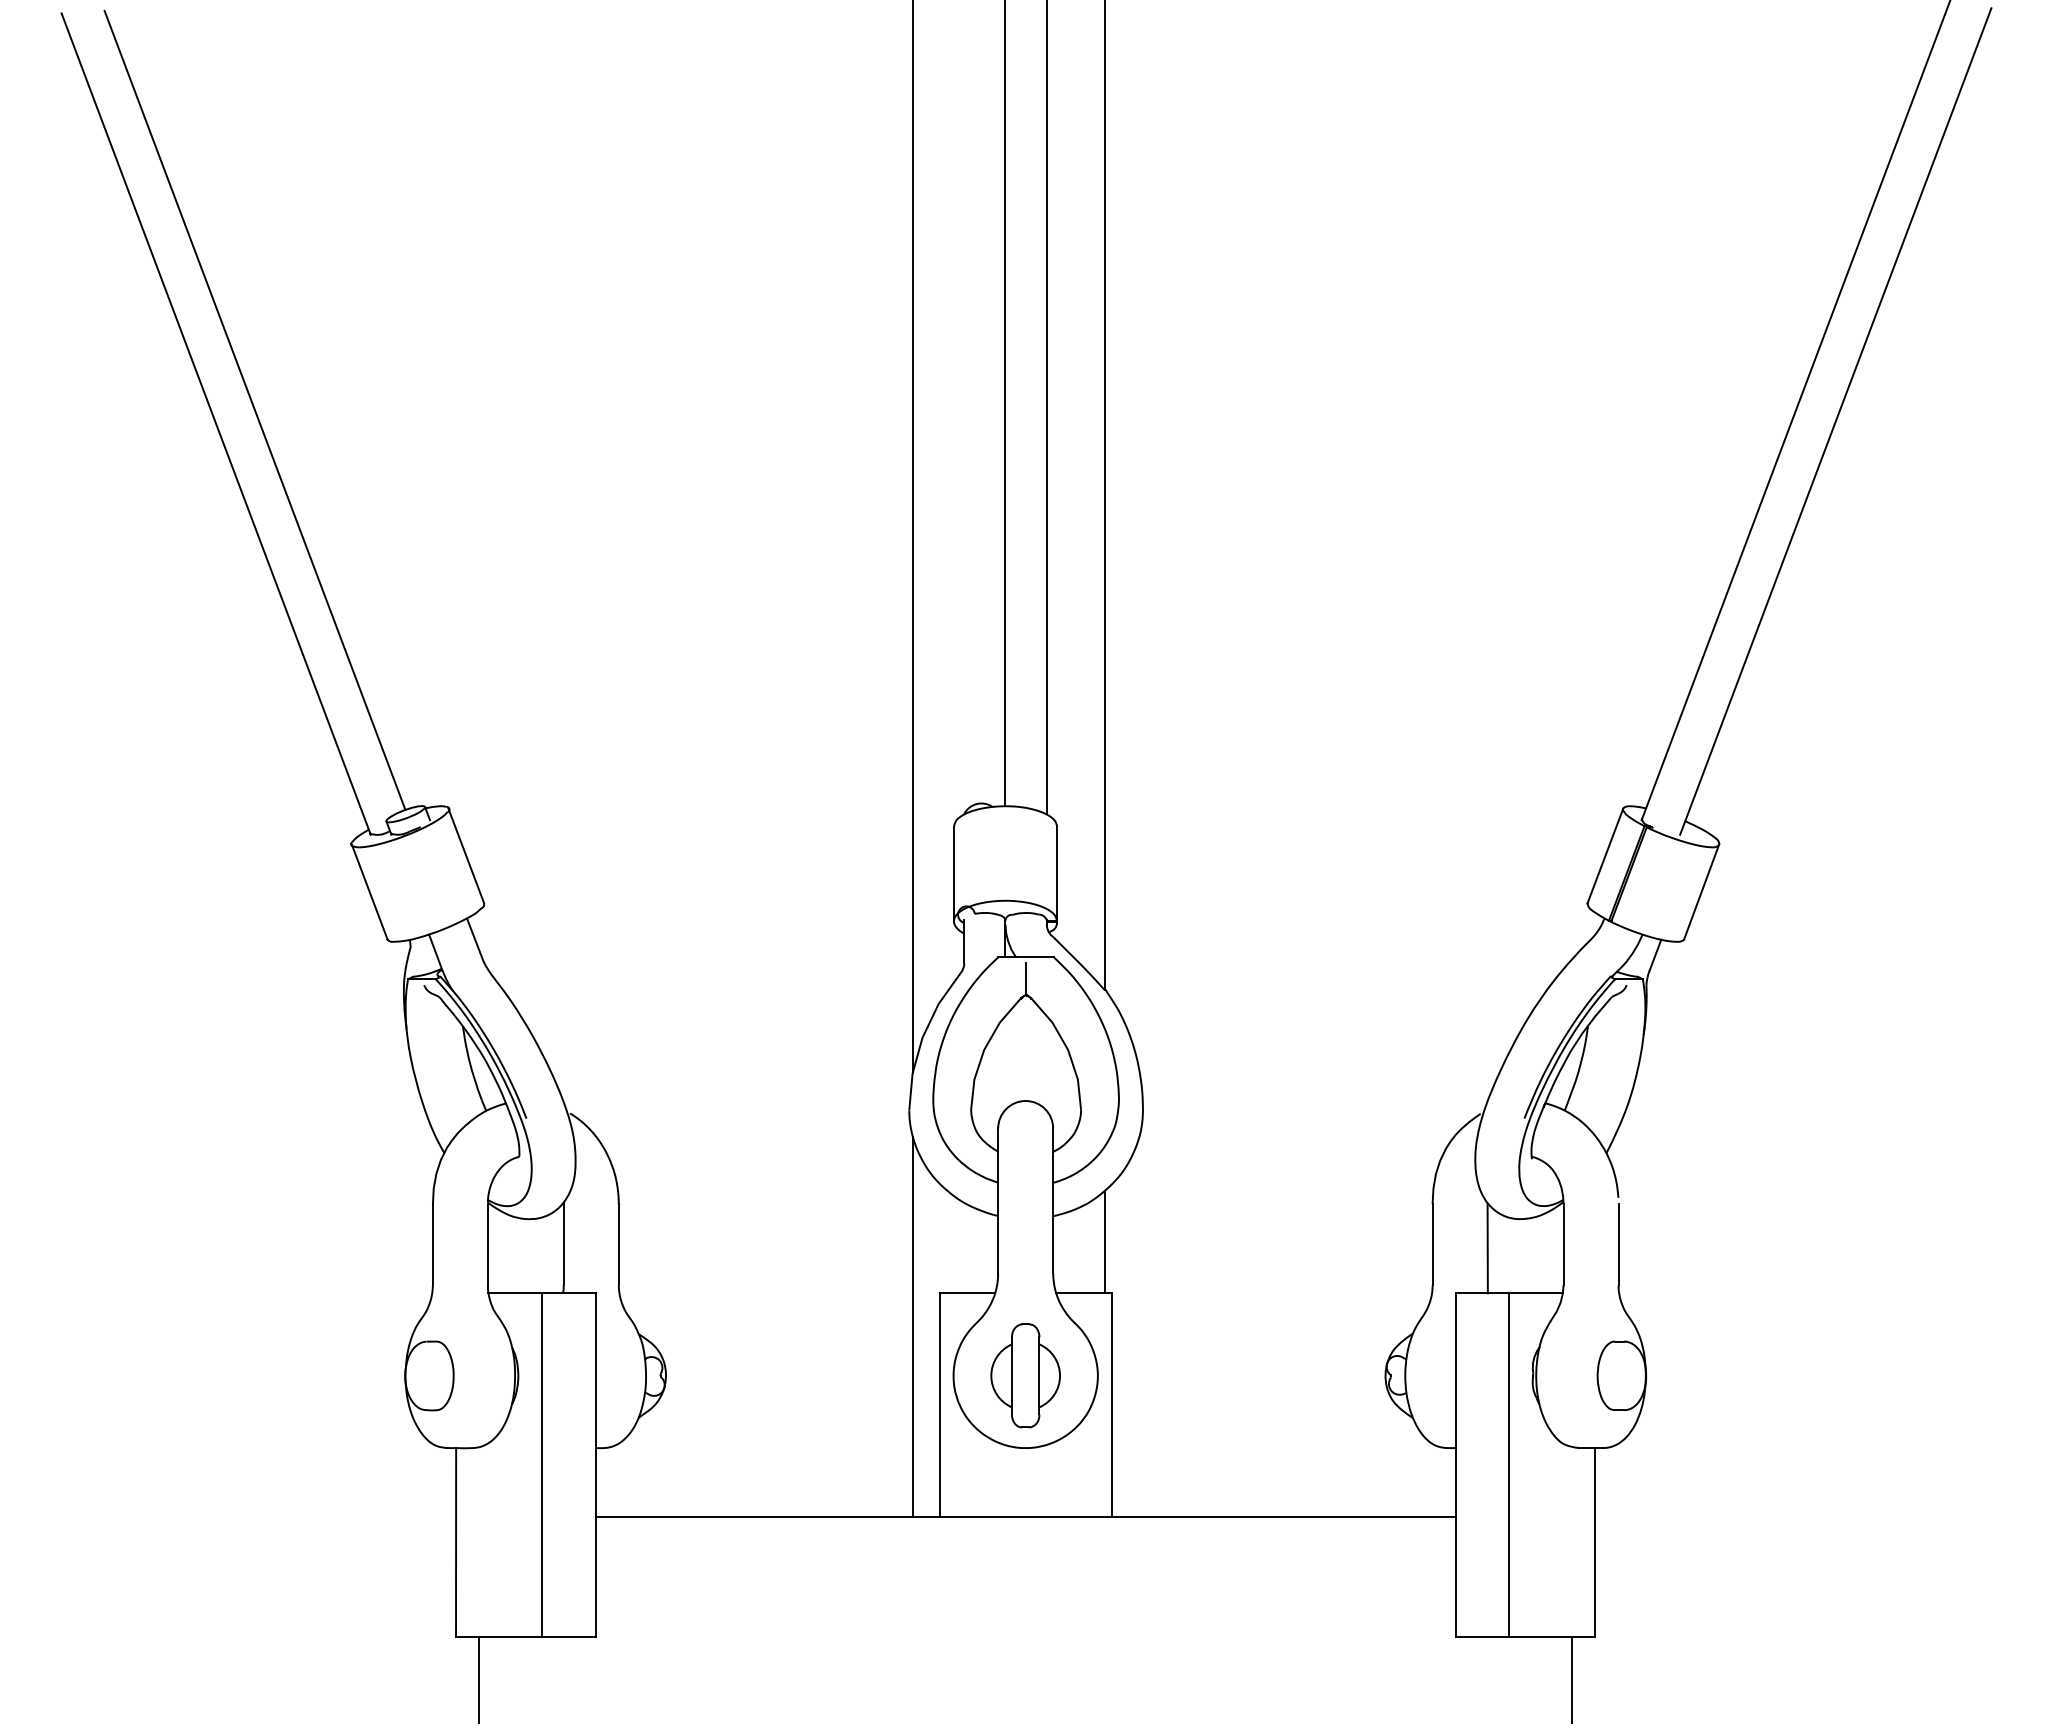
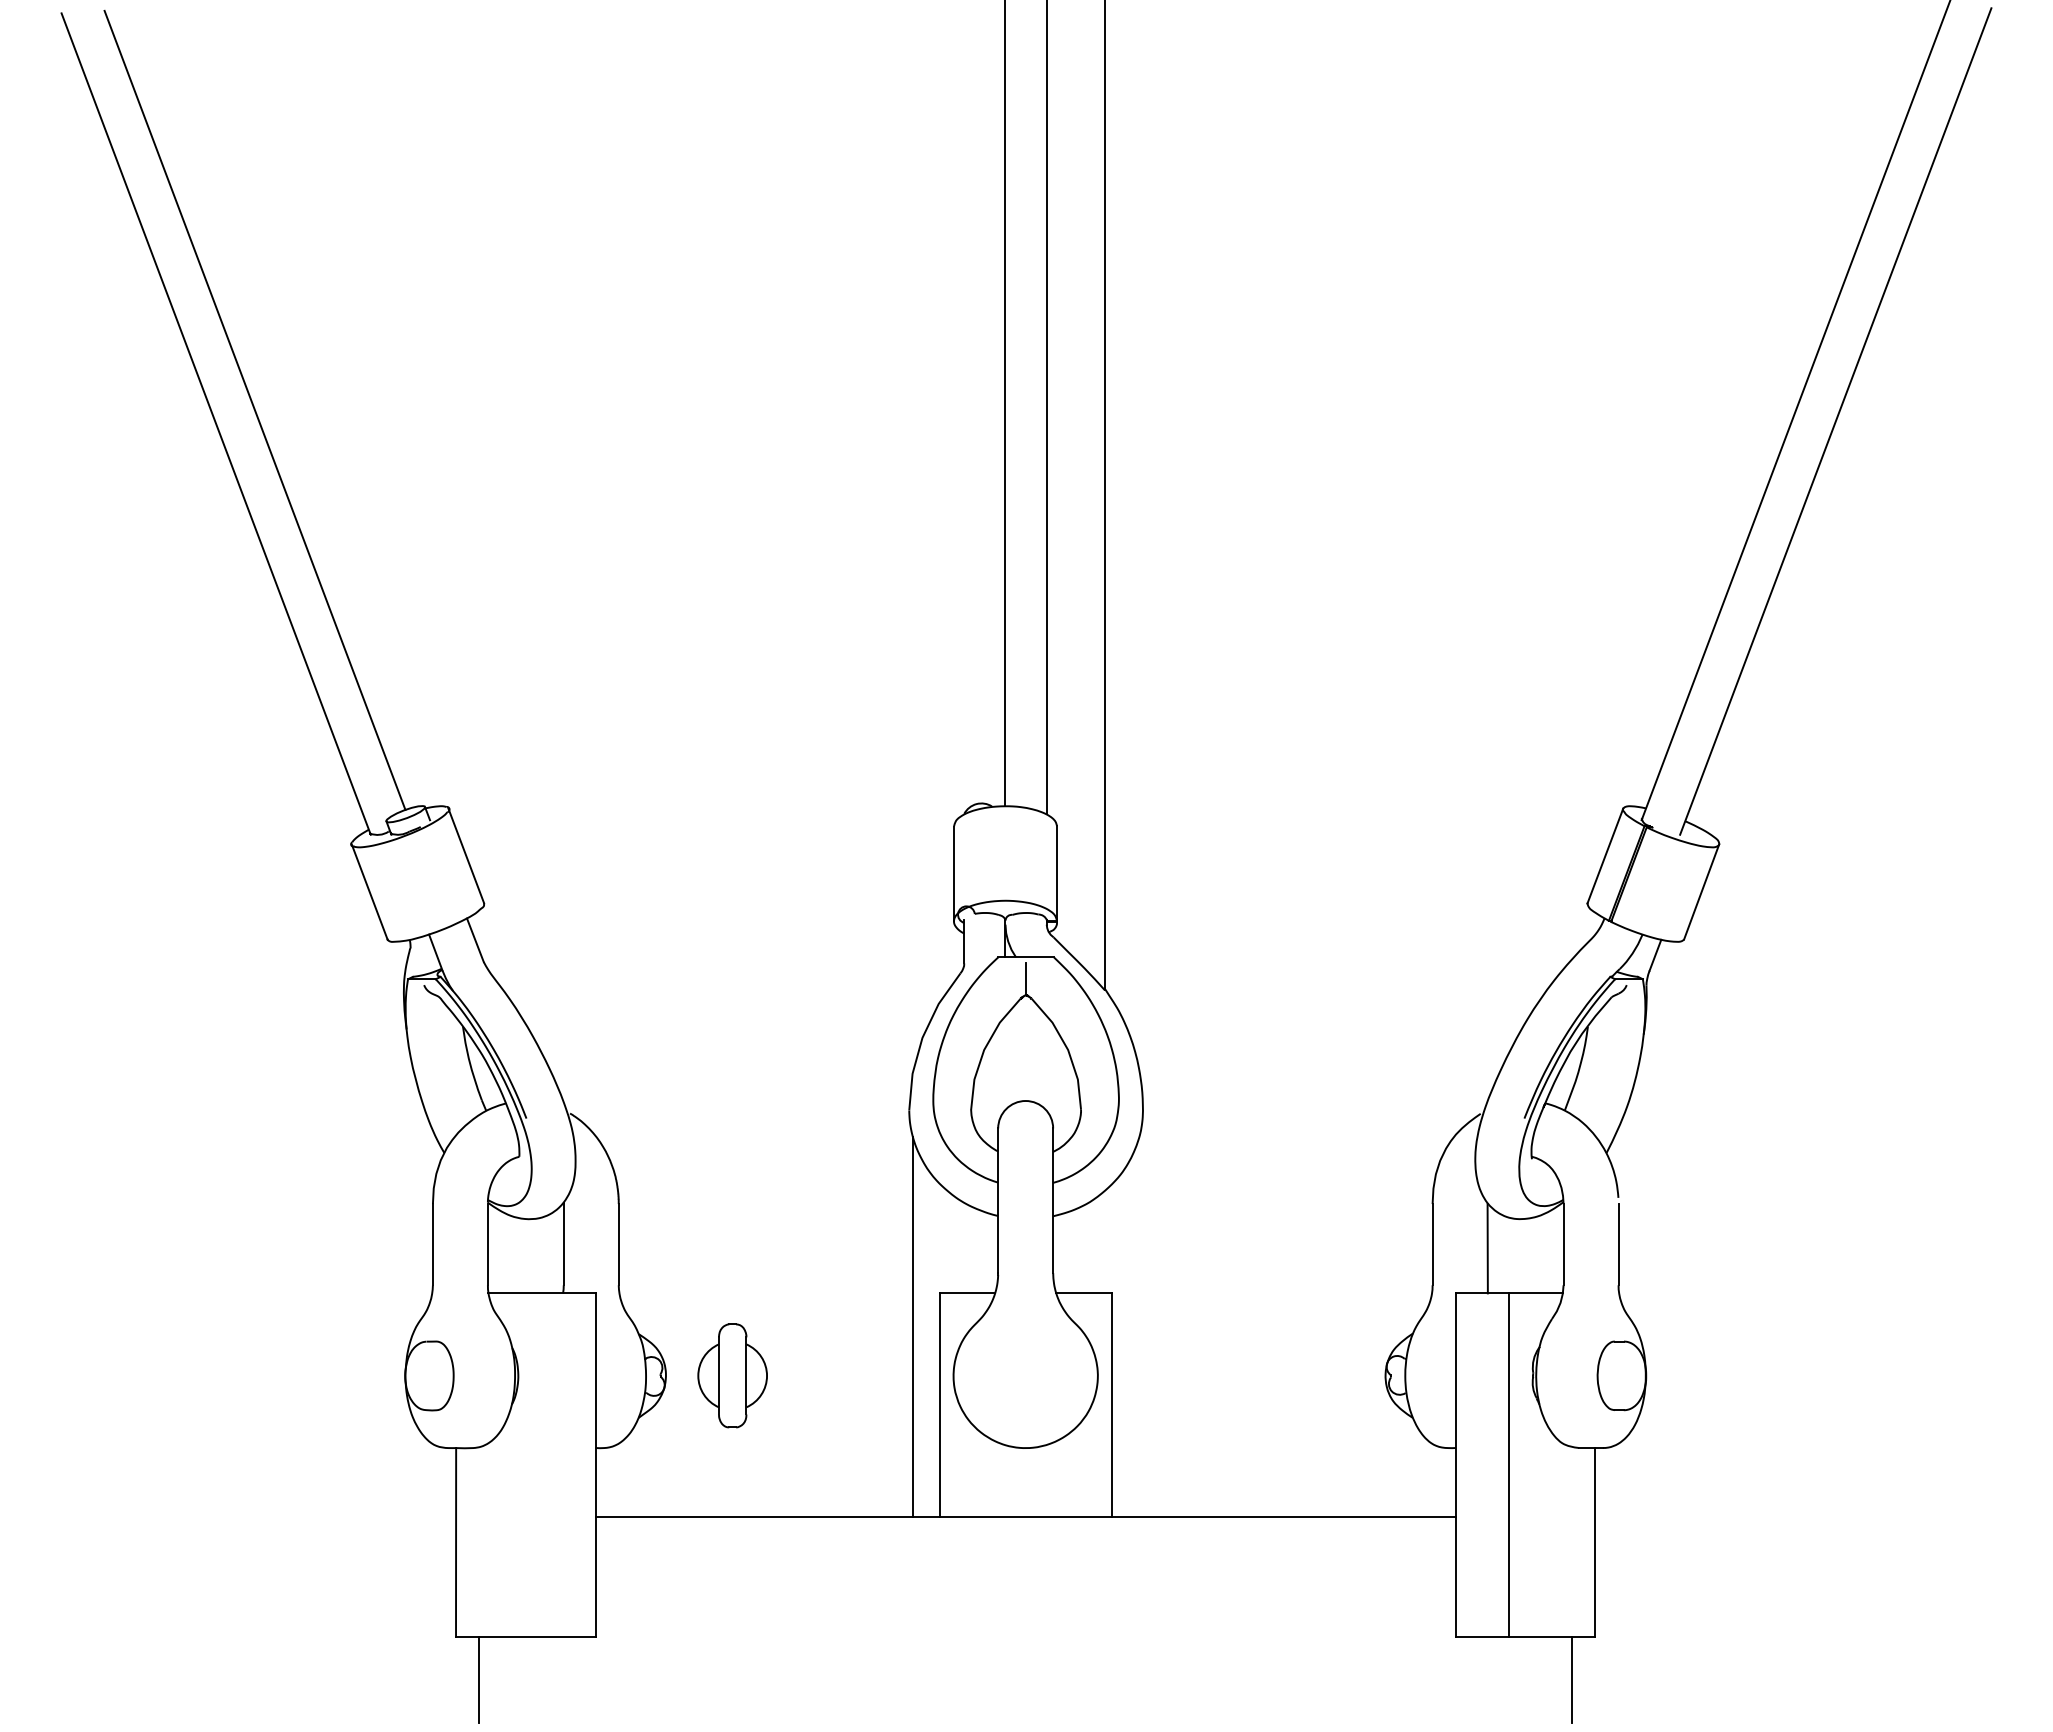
line at (912, 537): present -> none
line at (1104, 1242): present -> none
part at (1025, 1375) position: (1025, 1375) -> (732, 1375)
line at (542, 1464): present -> none
